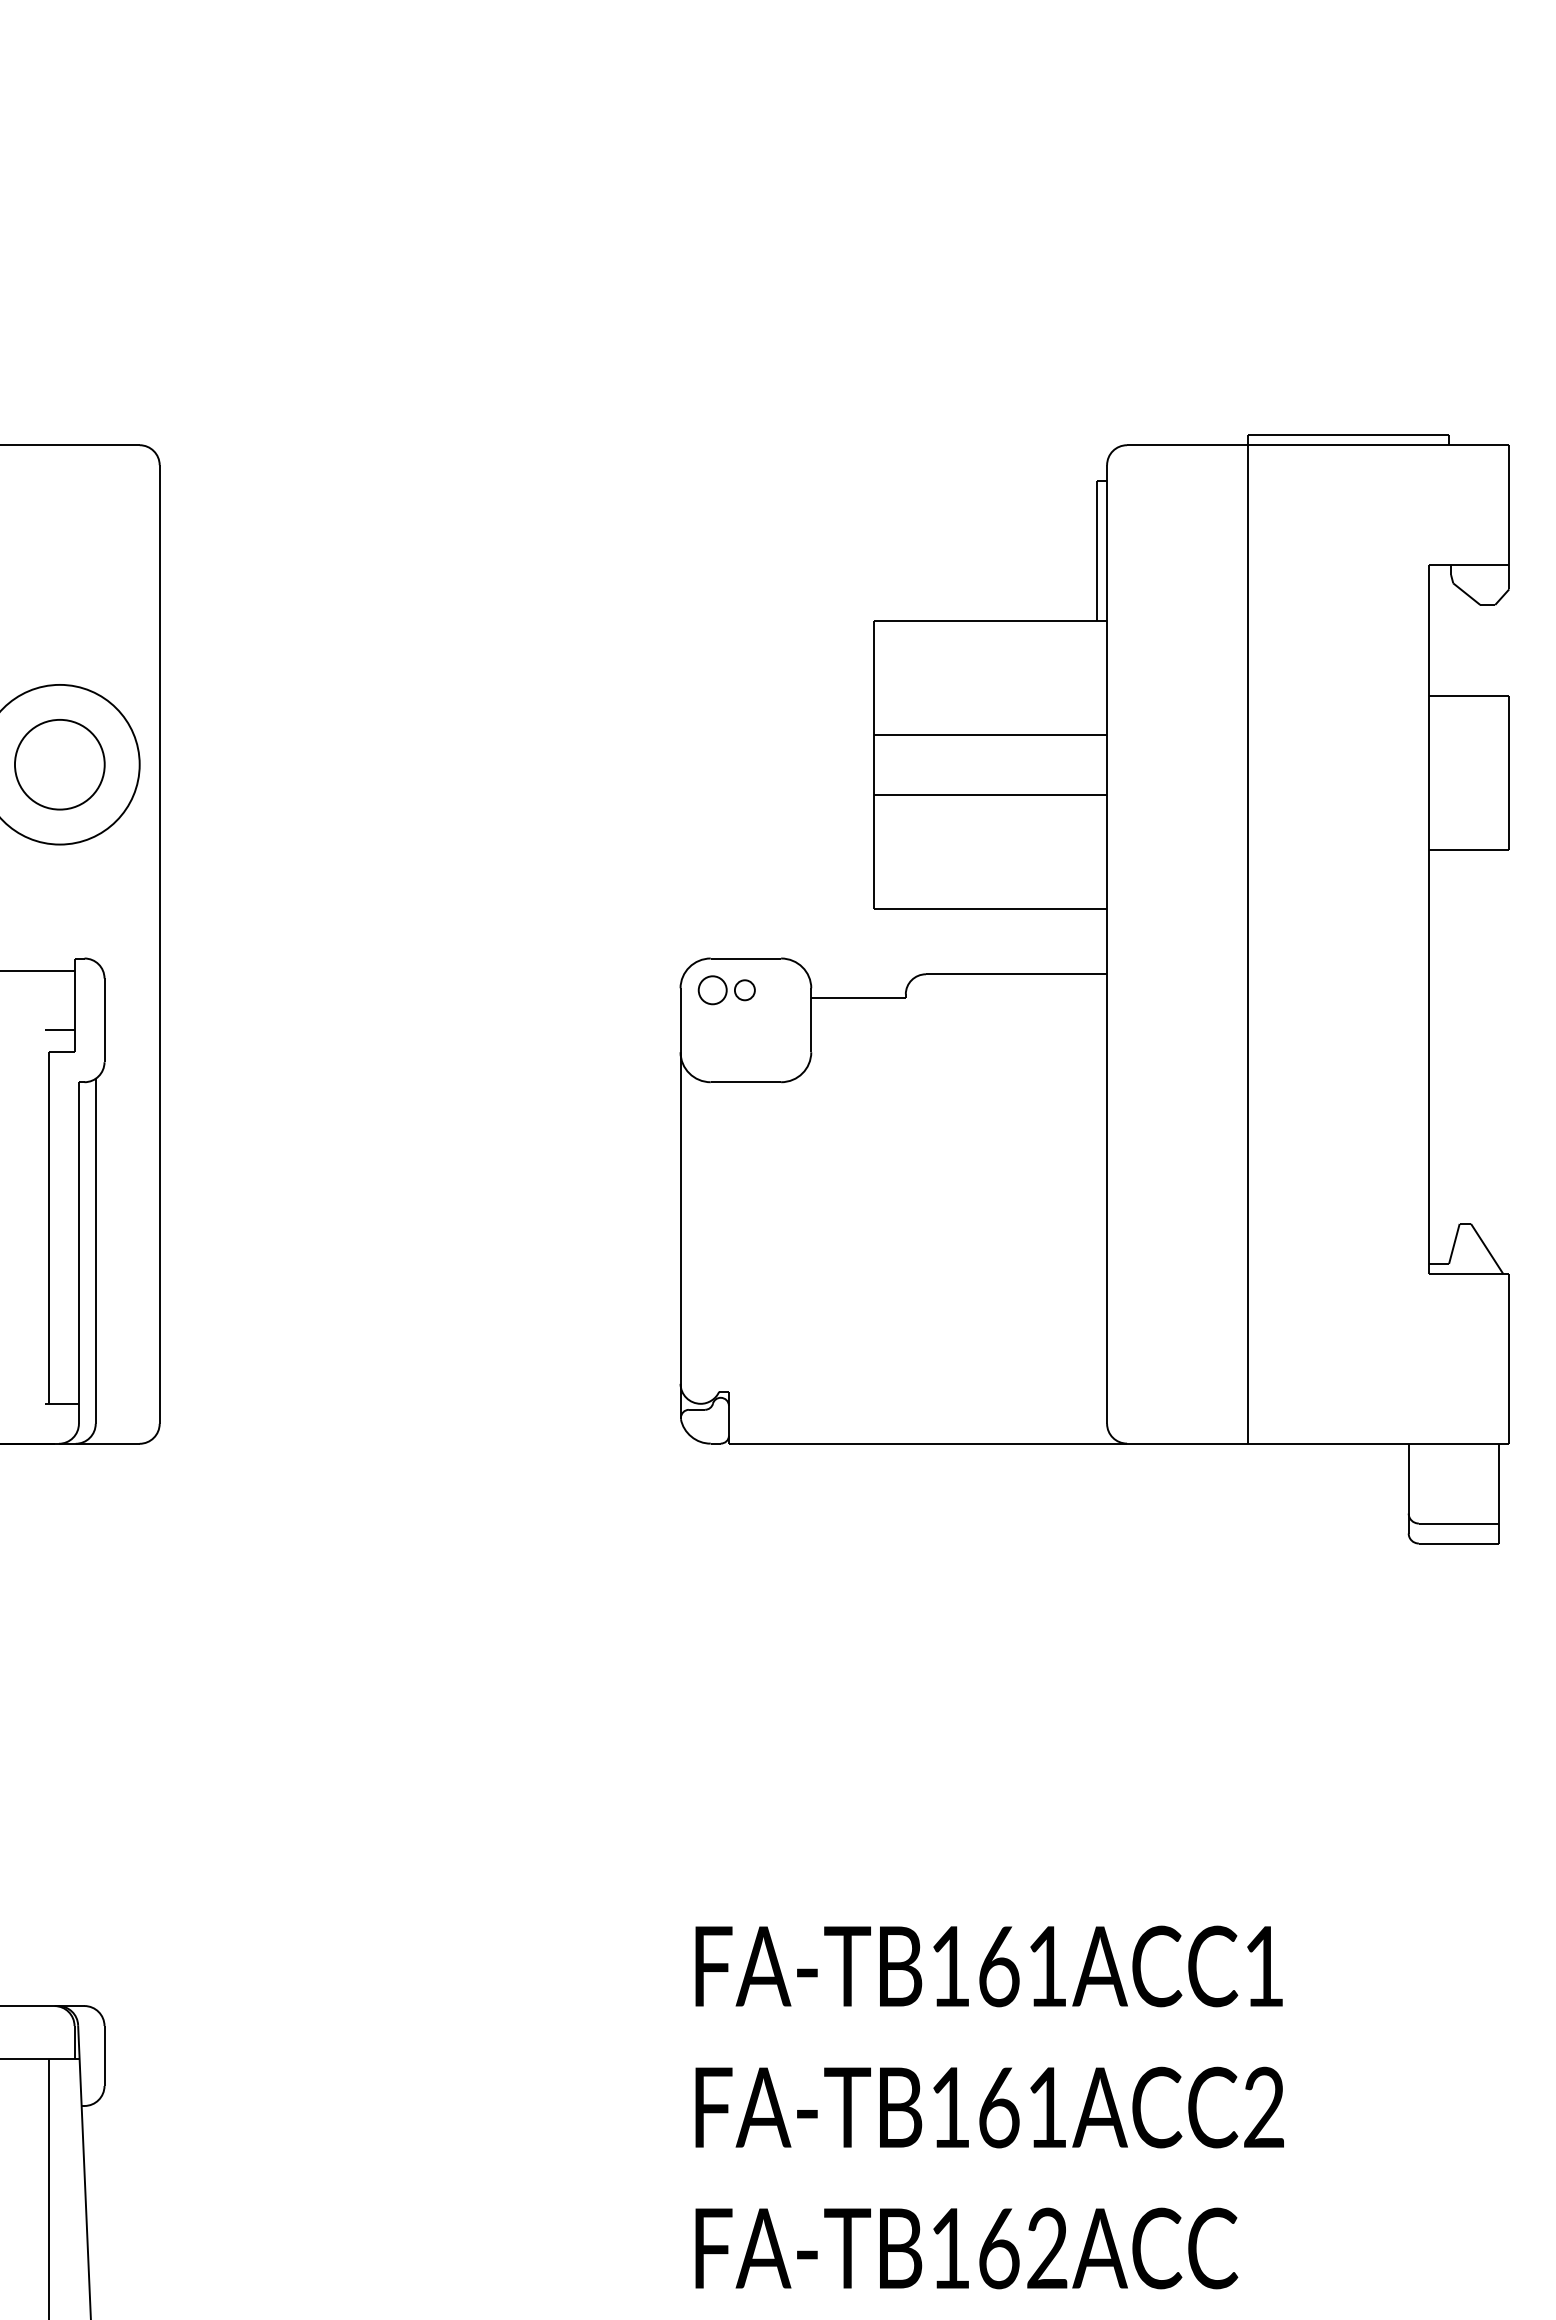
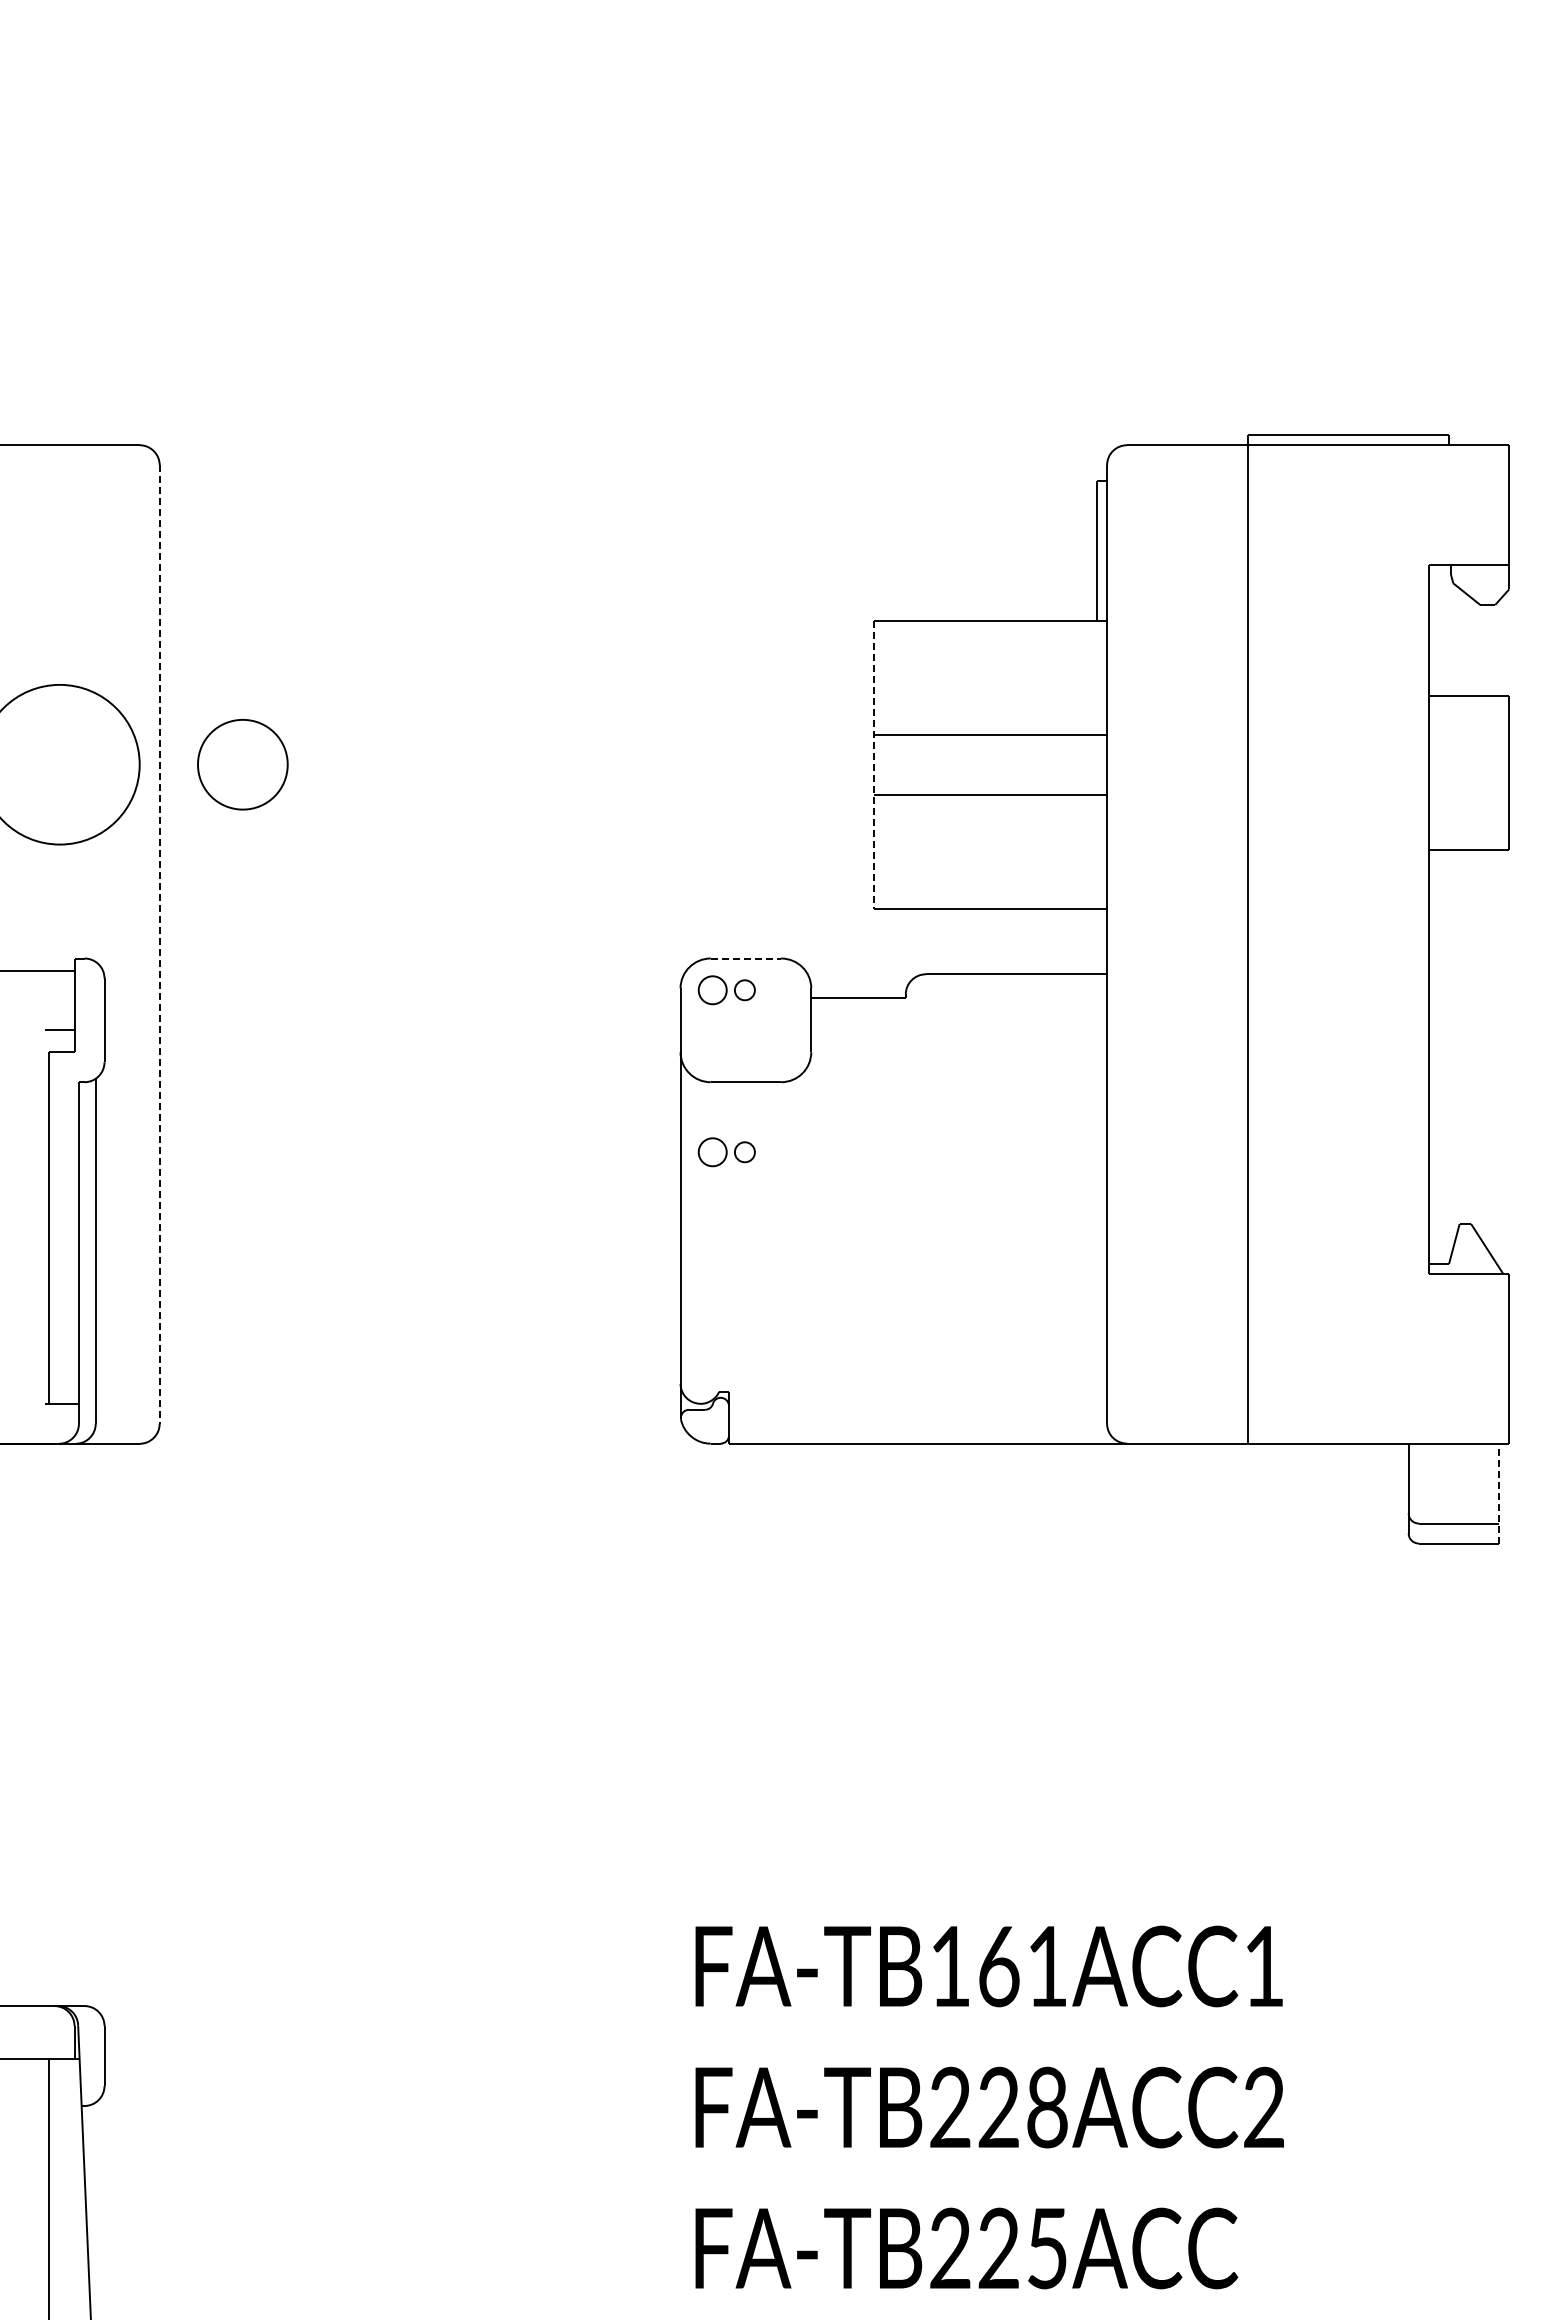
part at (59, 764) position: (59, 764) -> (242, 764)
line at (873, 765): solid -> dashed
line at (159, 945): solid -> dashed
line at (746, 958): solid -> dashed
part at (726, 1152): none -> present
line at (1499, 1493): solid -> dashed
text at (998, 2107): FA-TB161ACC2 -> FA-TB228ACC2
text at (998, 2248): FA-TB162ACC -> FA-TB225ACC
